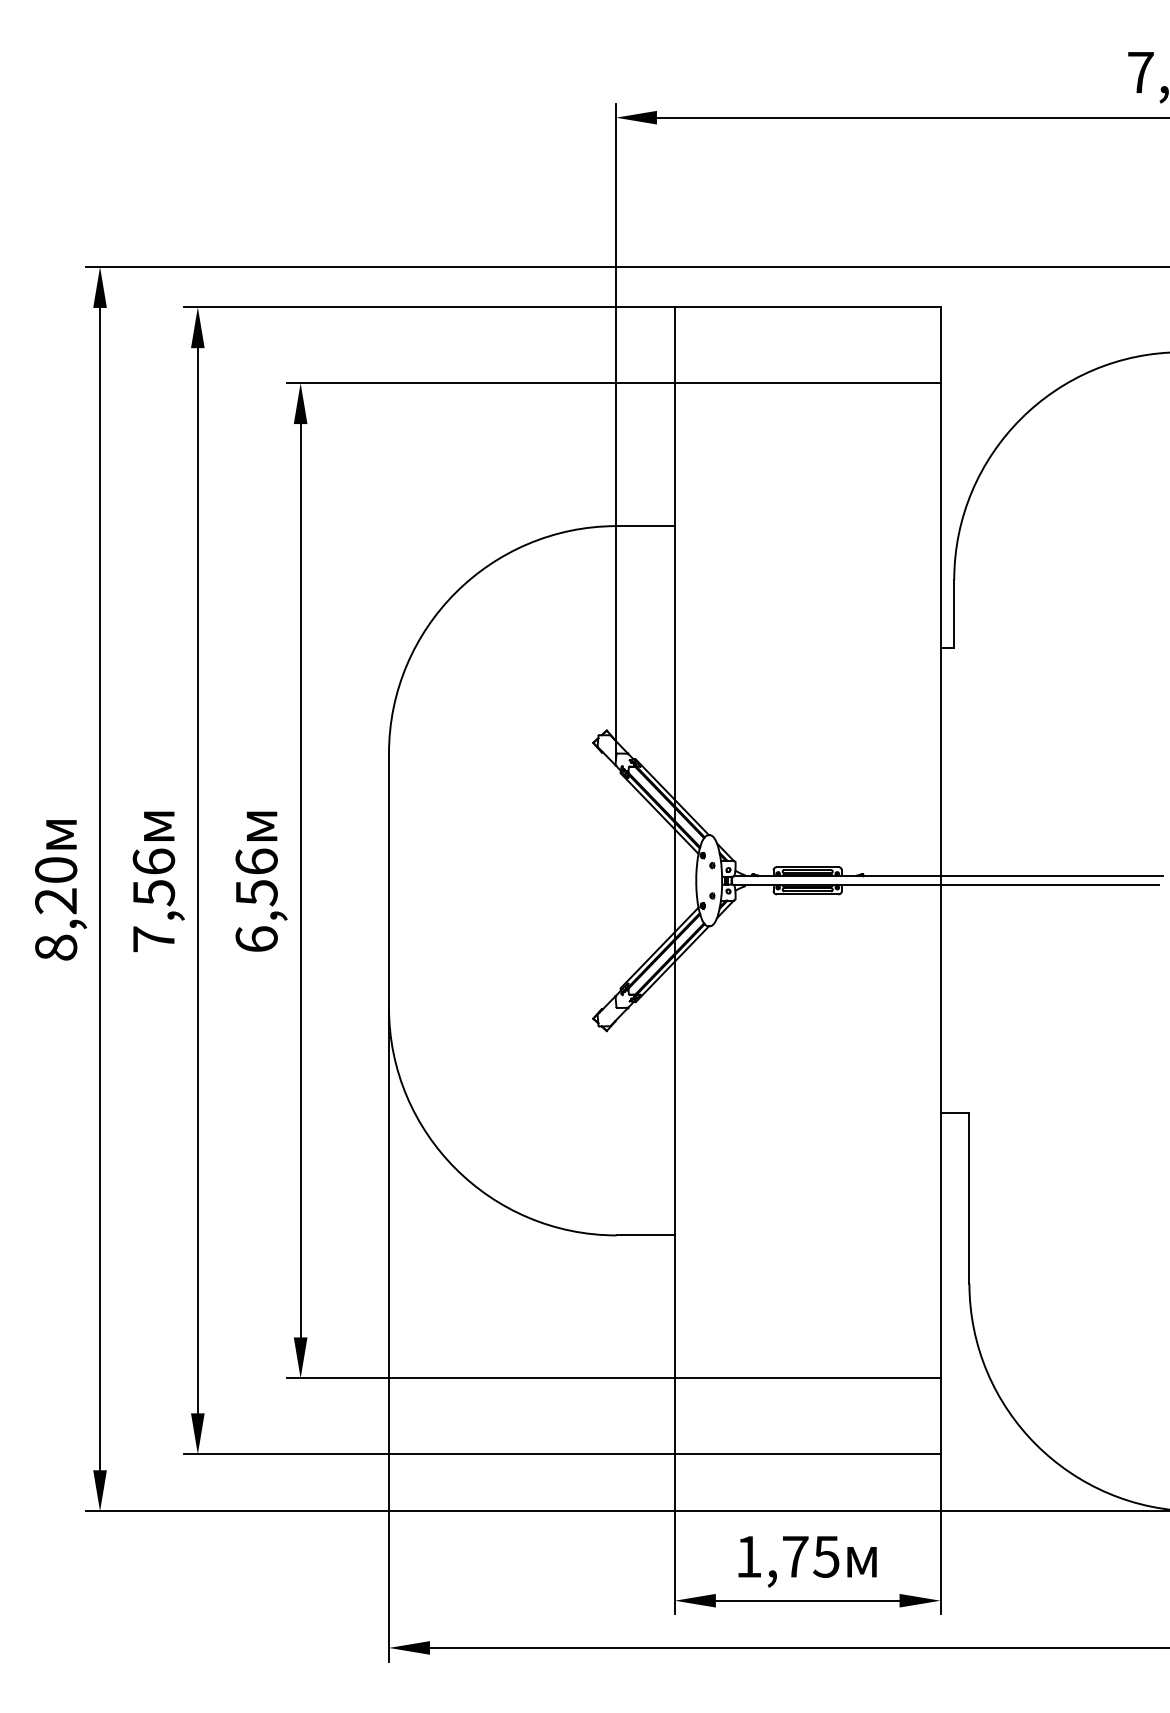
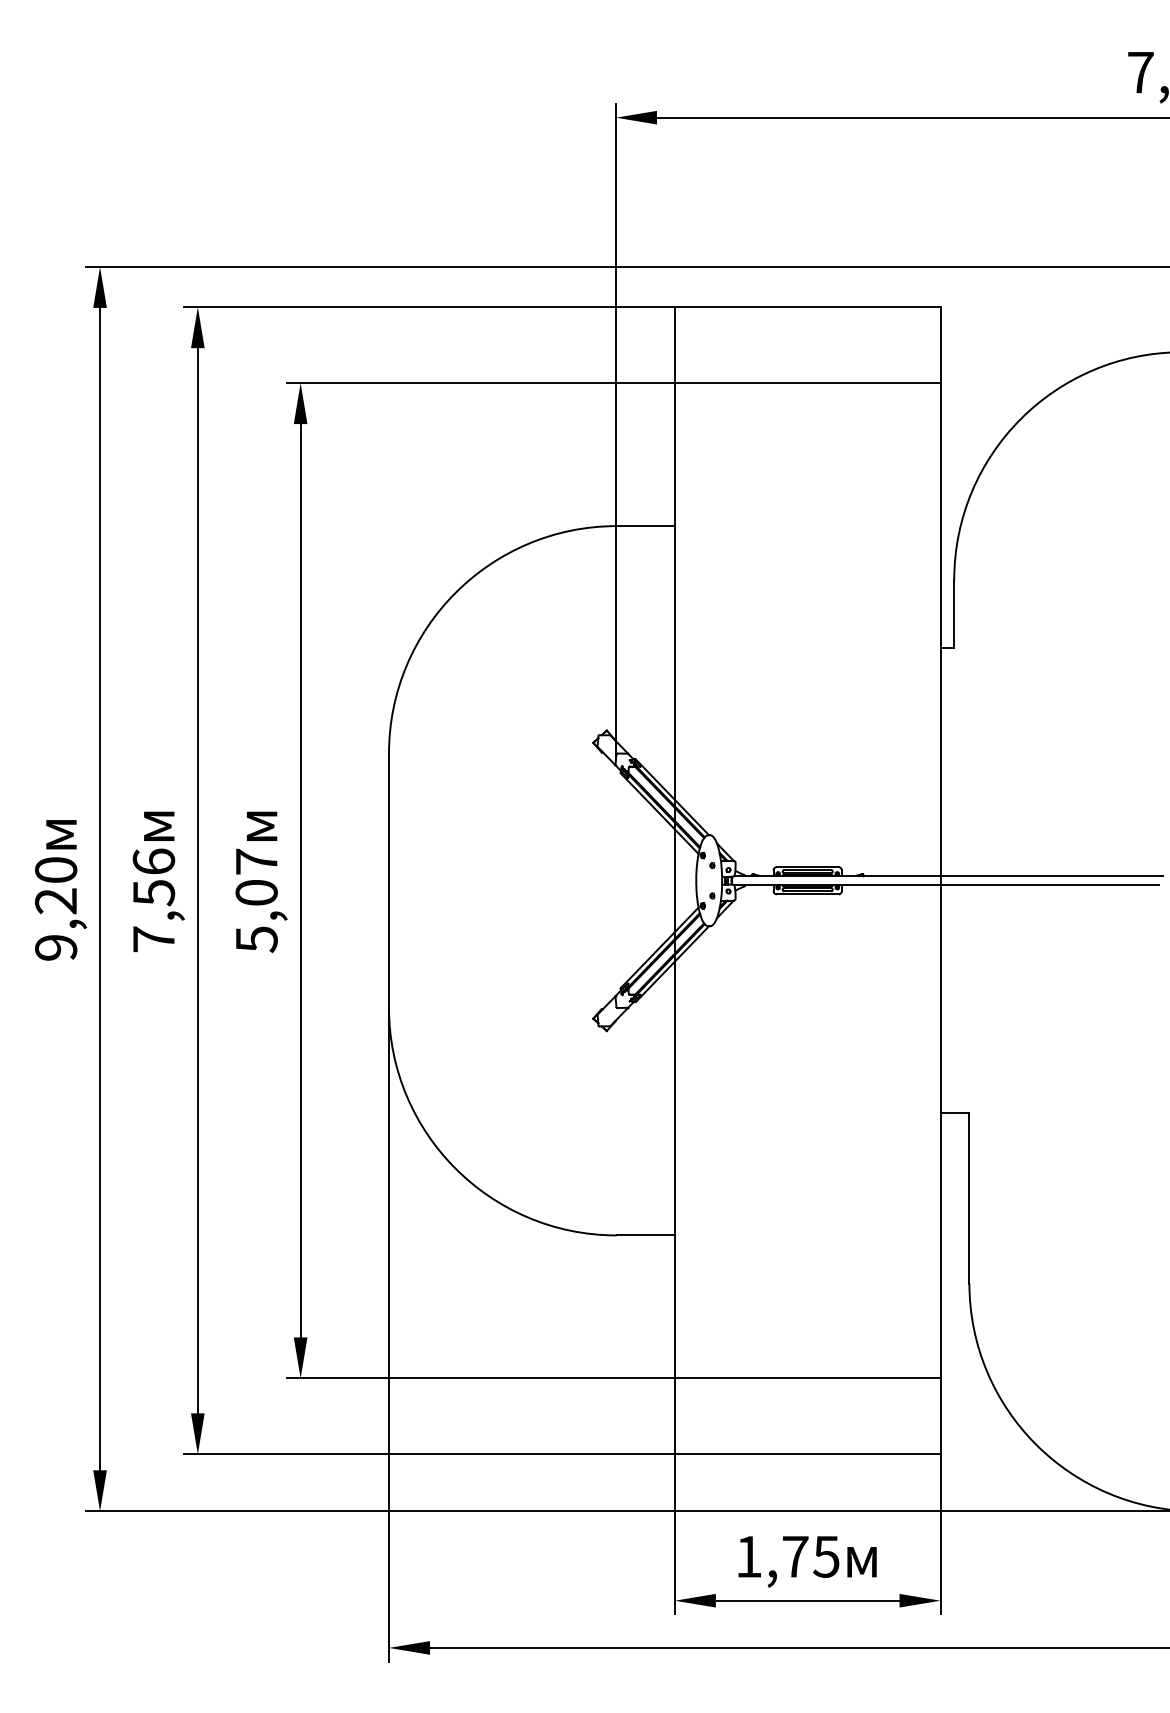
text at (256, 900): 6,56 -> 5,07
text at (56, 947): 8,20 -> 9,20
